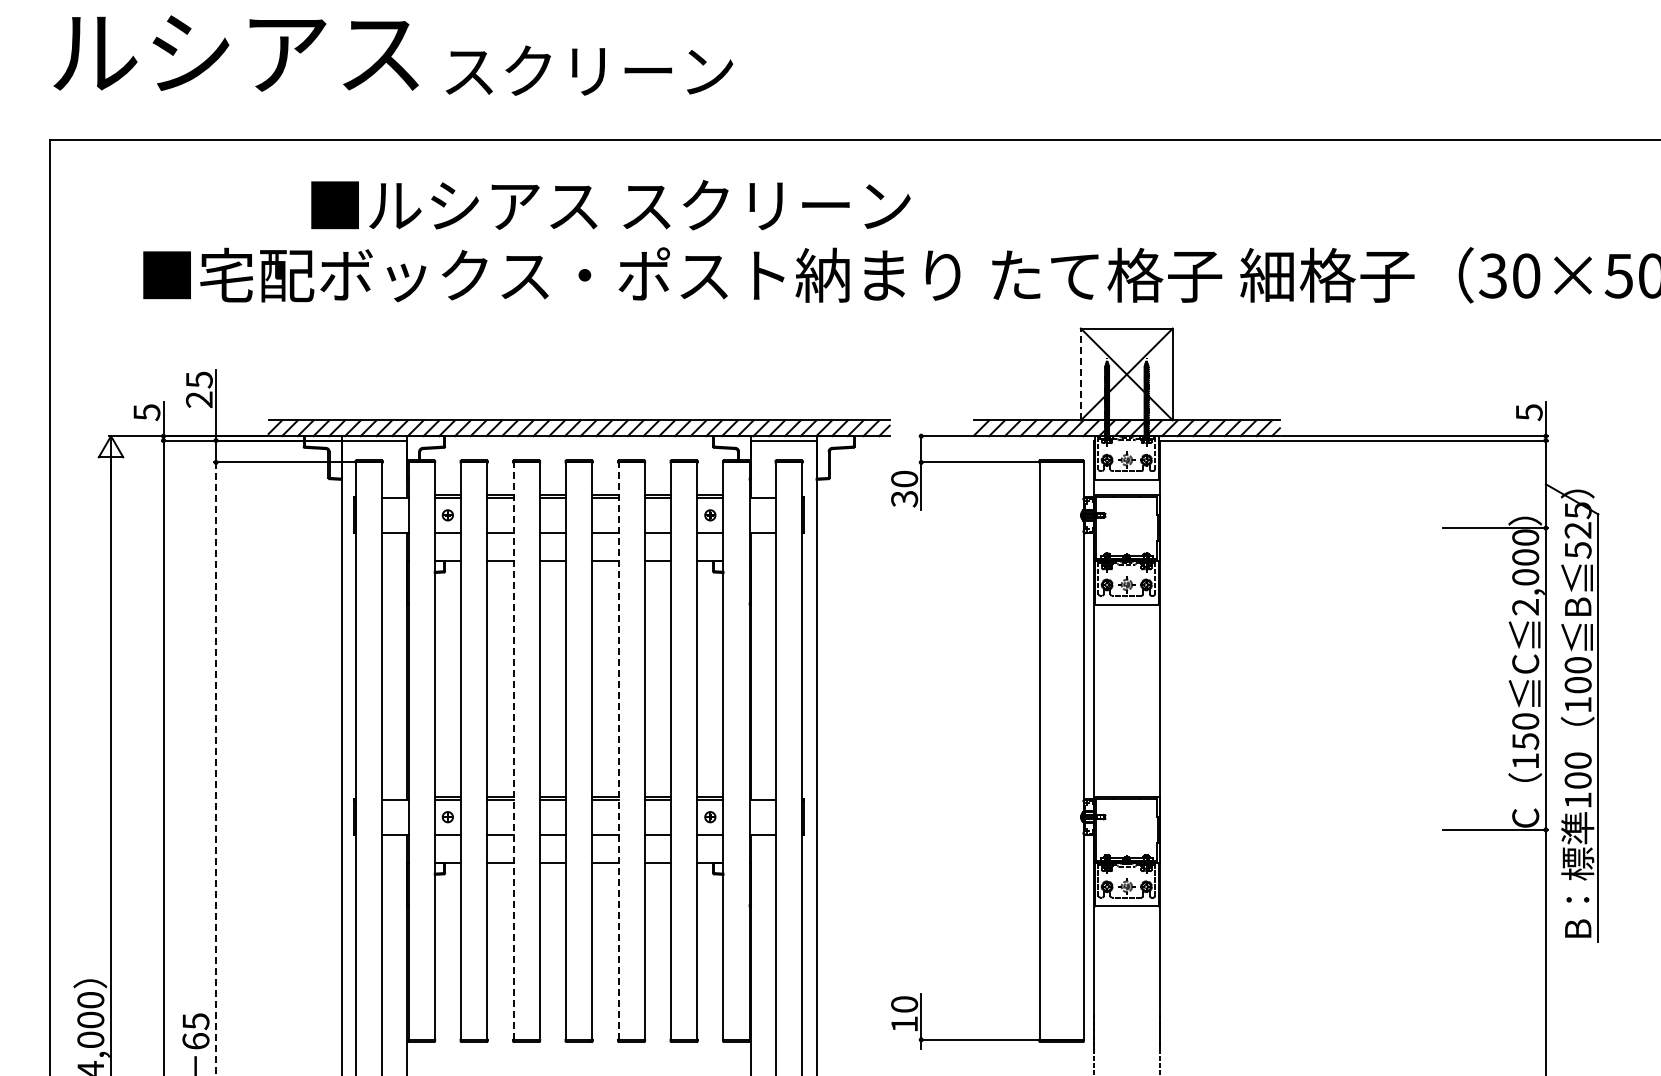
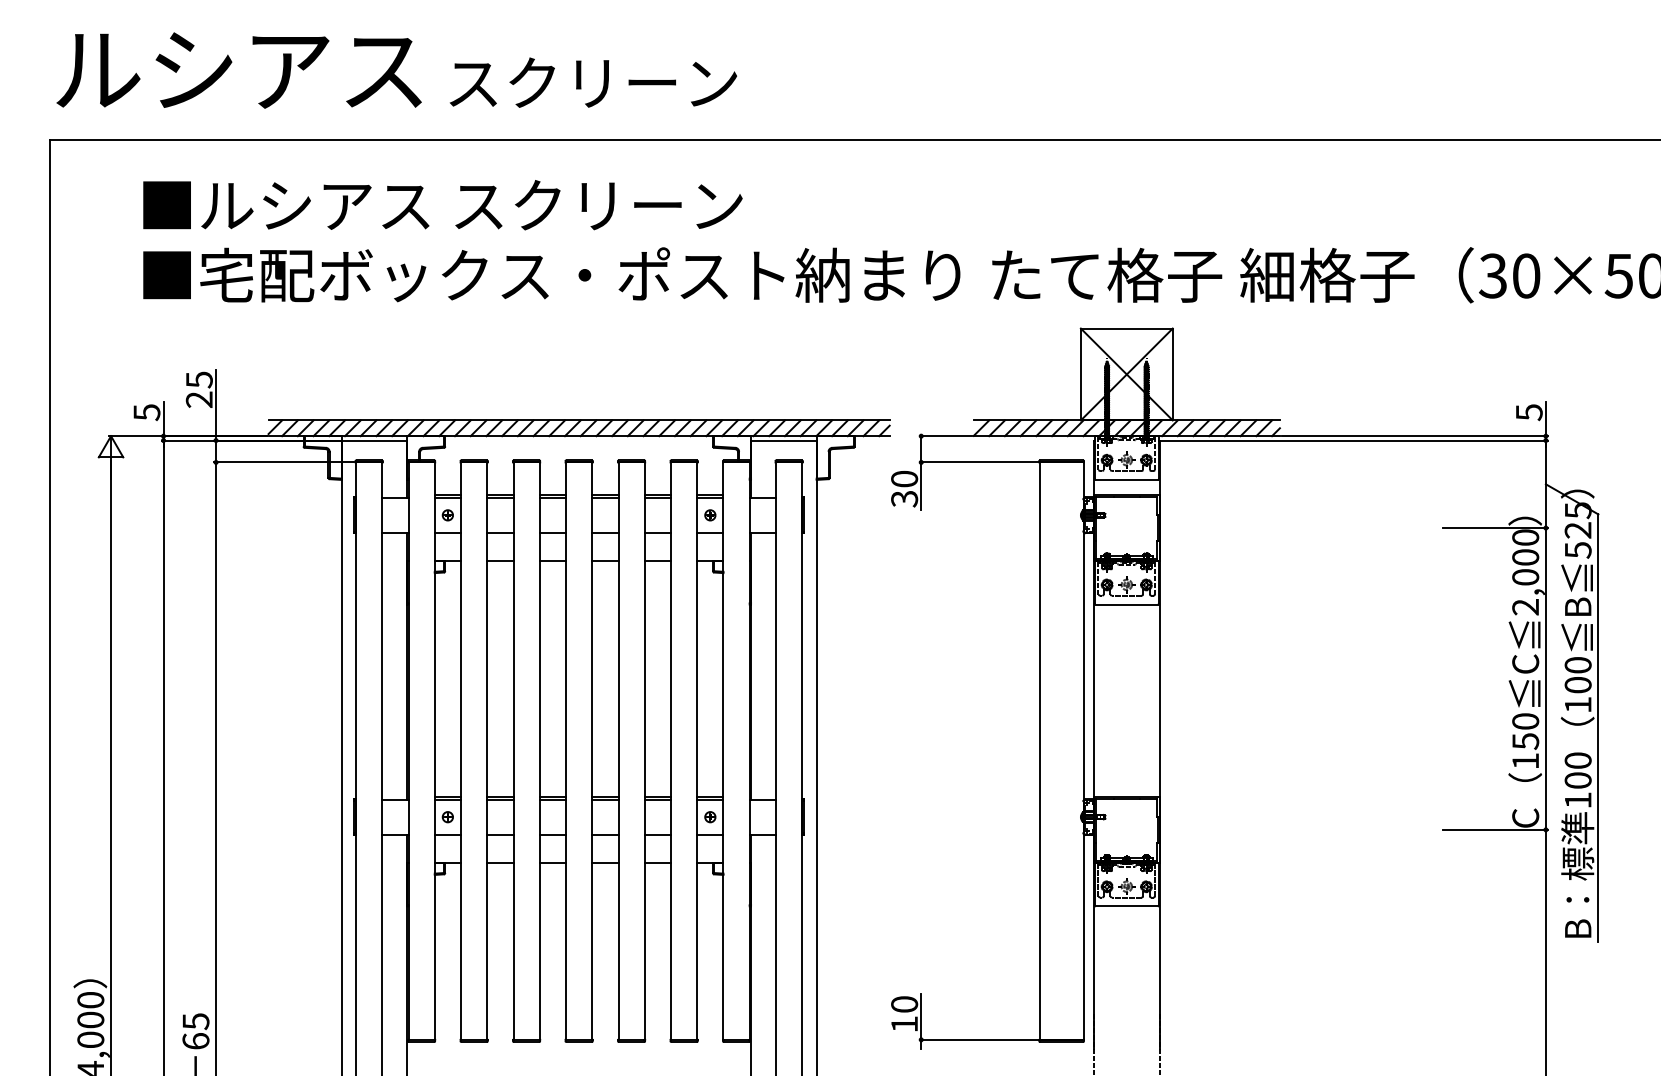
text at (235, 53) position: (235, 53) -> (238, 70)
text at (589, 70) position: (589, 70) -> (593, 82)
text at (610, 205) position: (610, 205) -> (442, 205)
line at (1080, 374): dashed -> solid
line at (513, 751): dashed -> solid
line at (618, 751): dashed -> solid
line at (216, 769): dashed -> solid
